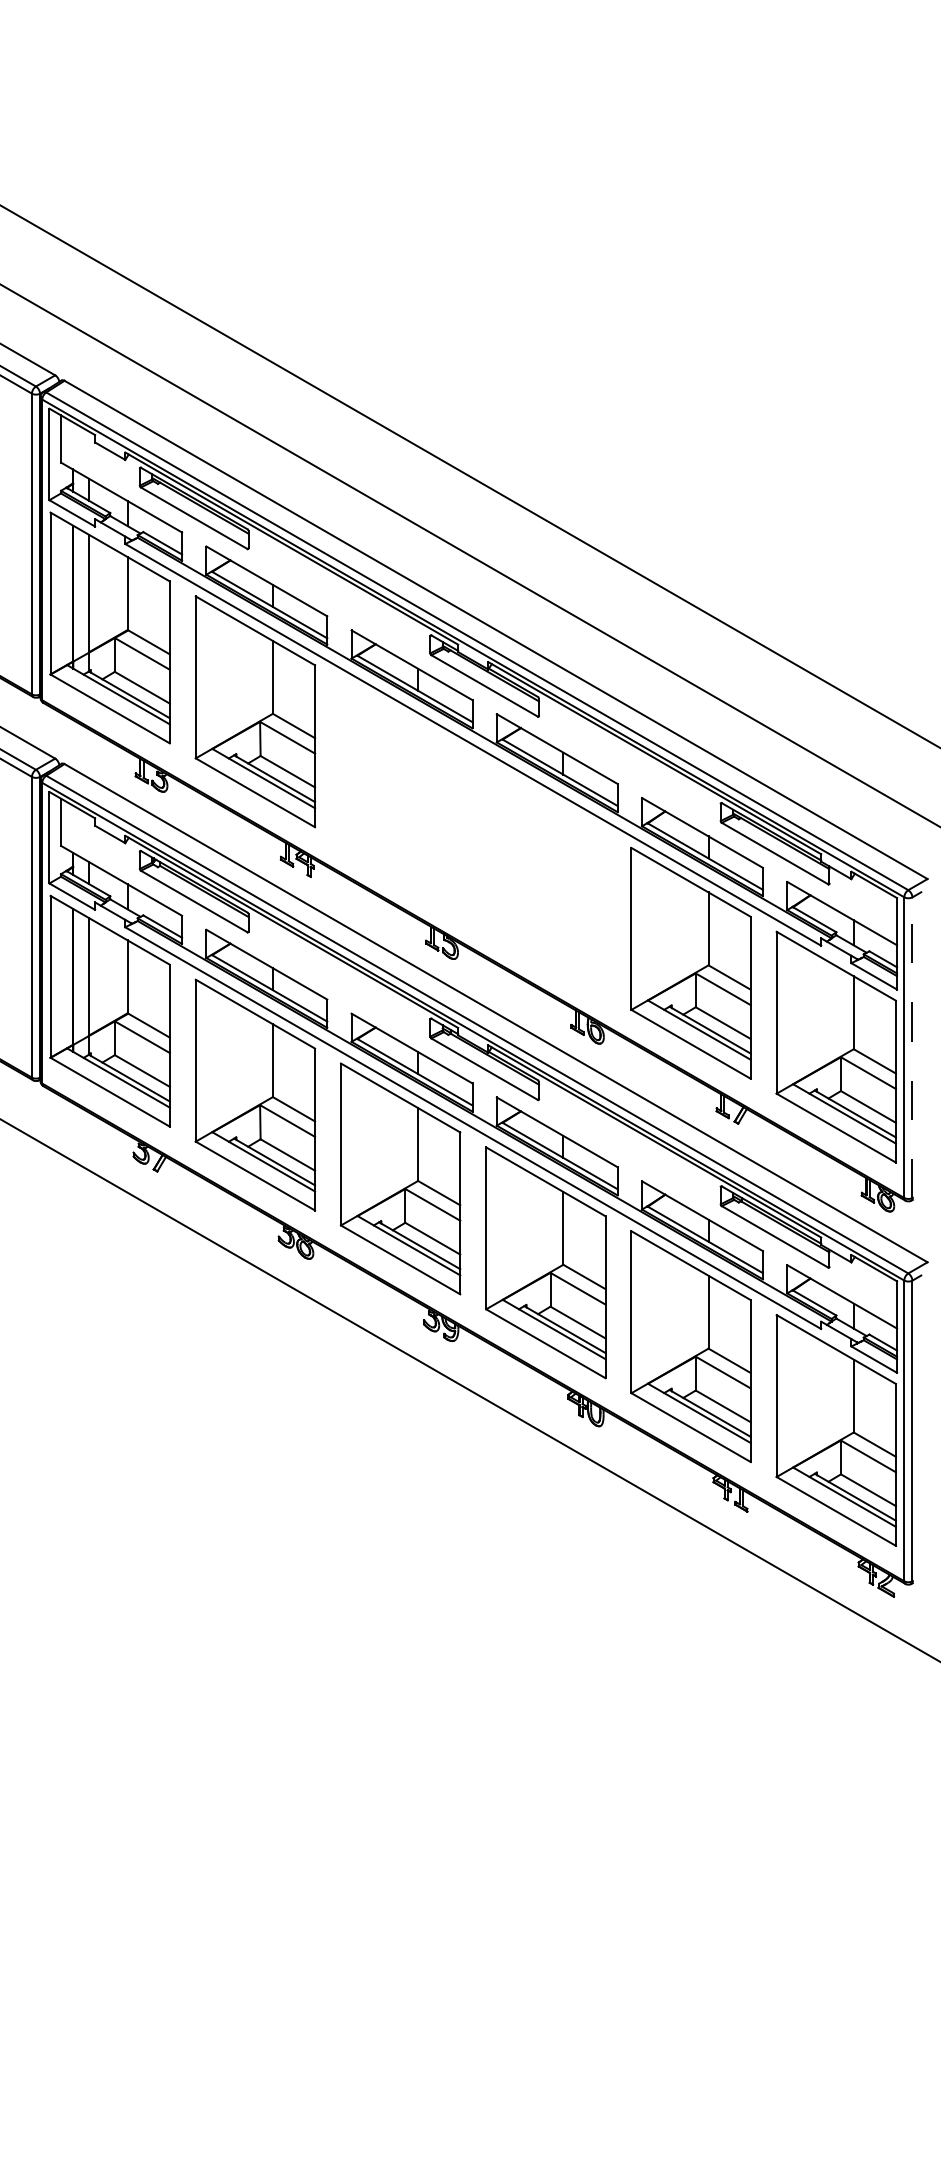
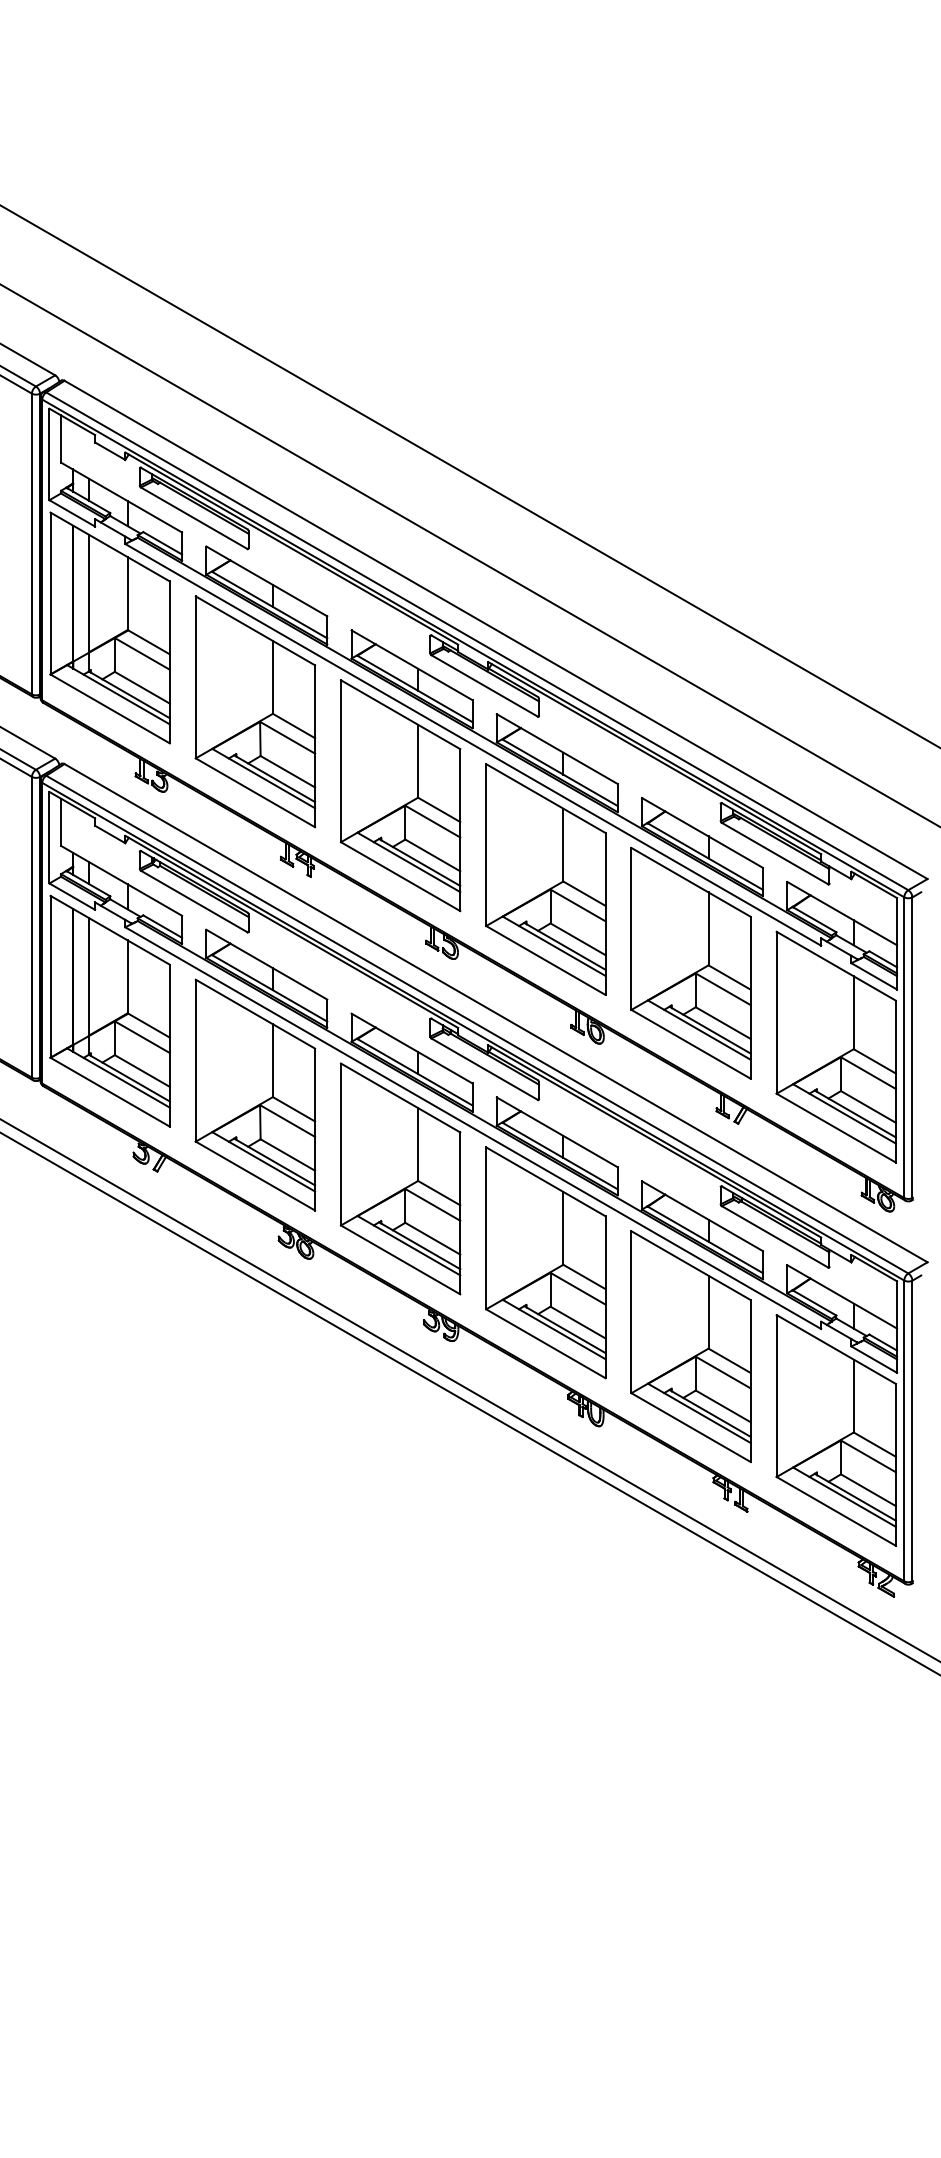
part at (400, 795): none -> present
part at (545, 879): none -> present
line at (912, 1047): dashed -> solid
line at (469, 1403): none -> present
